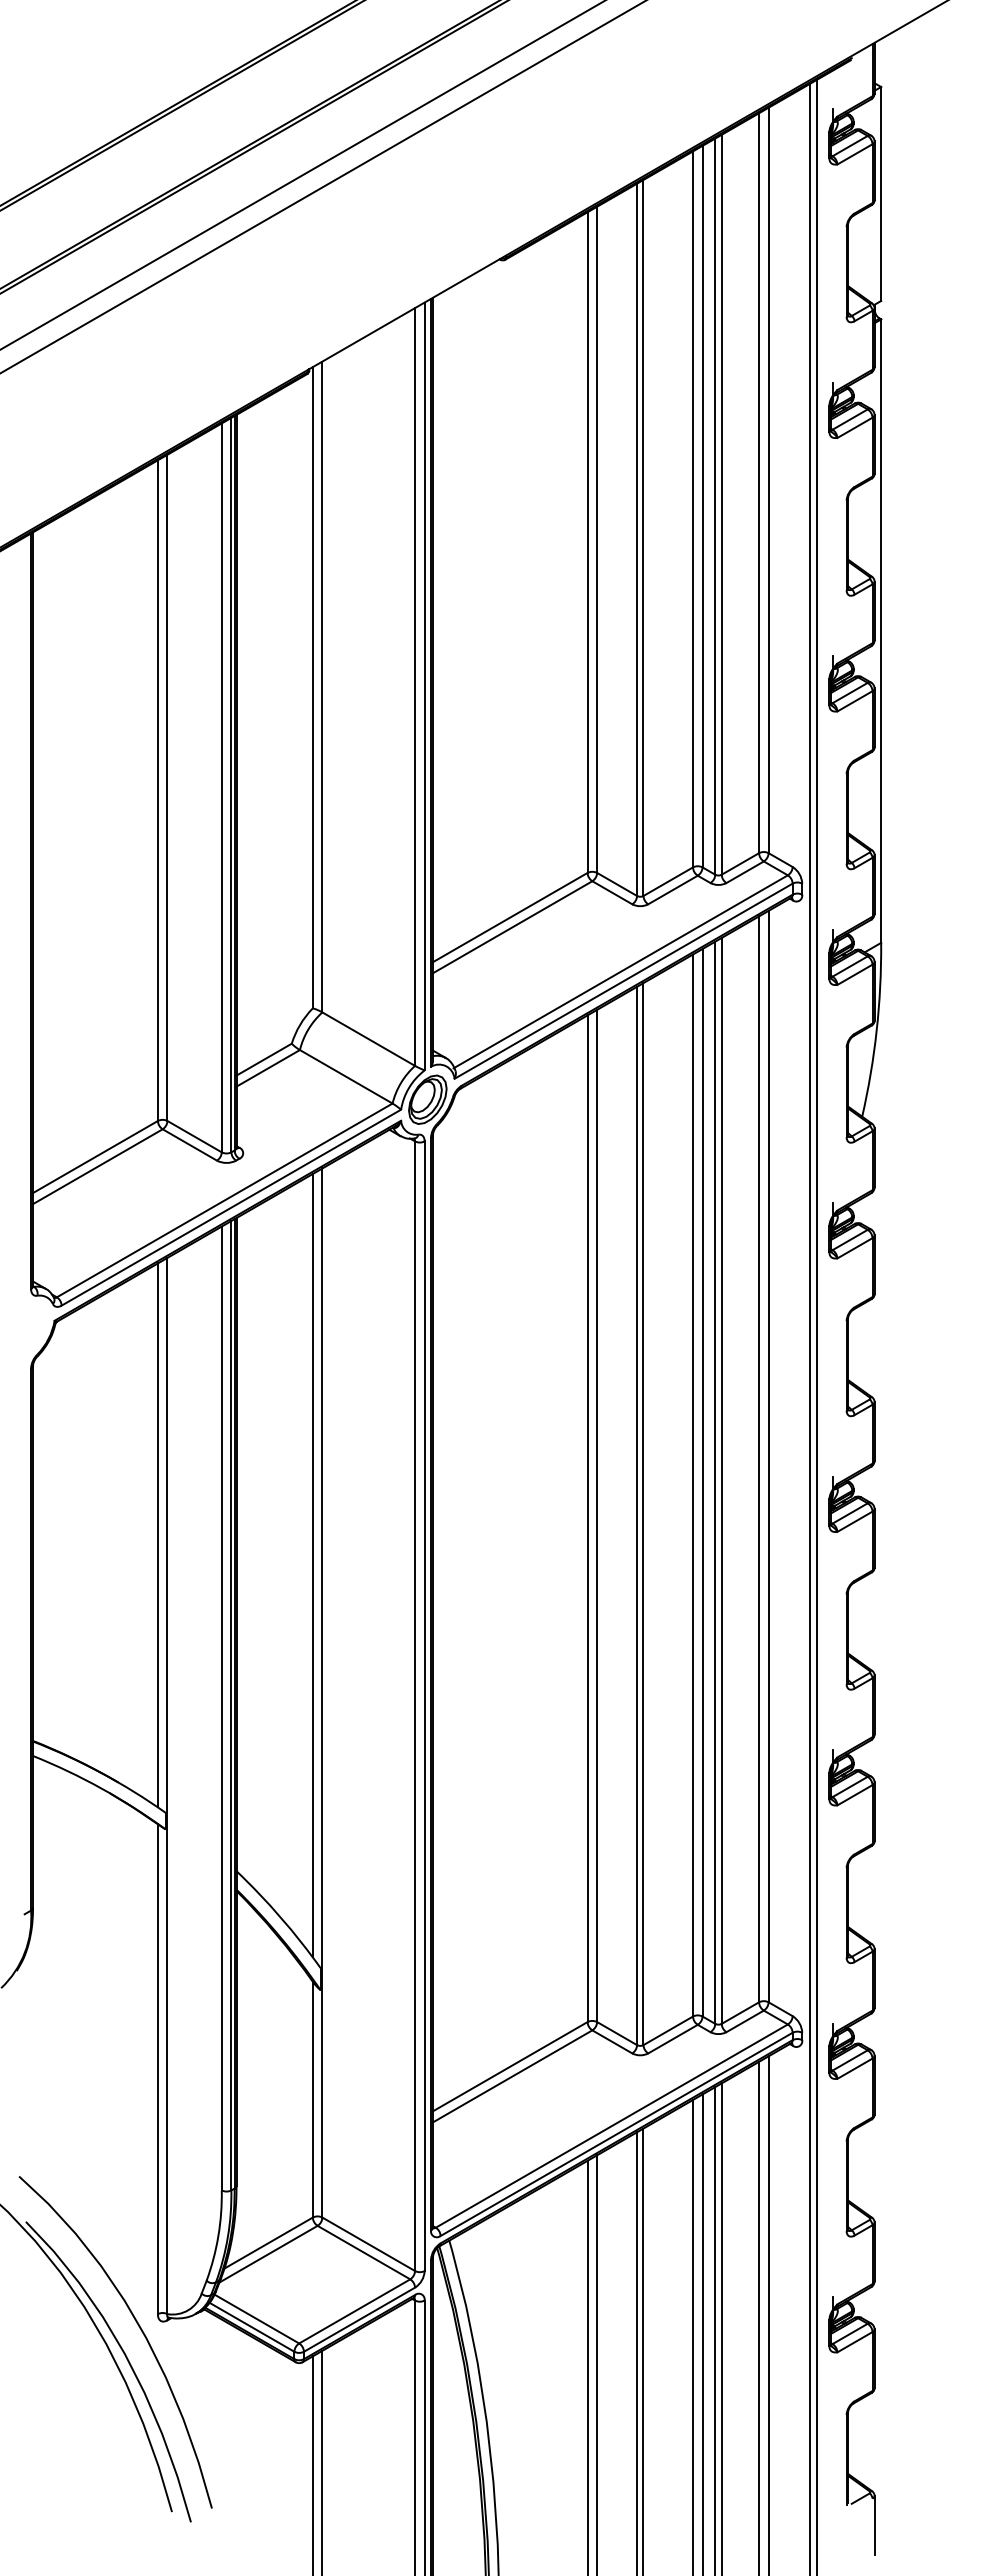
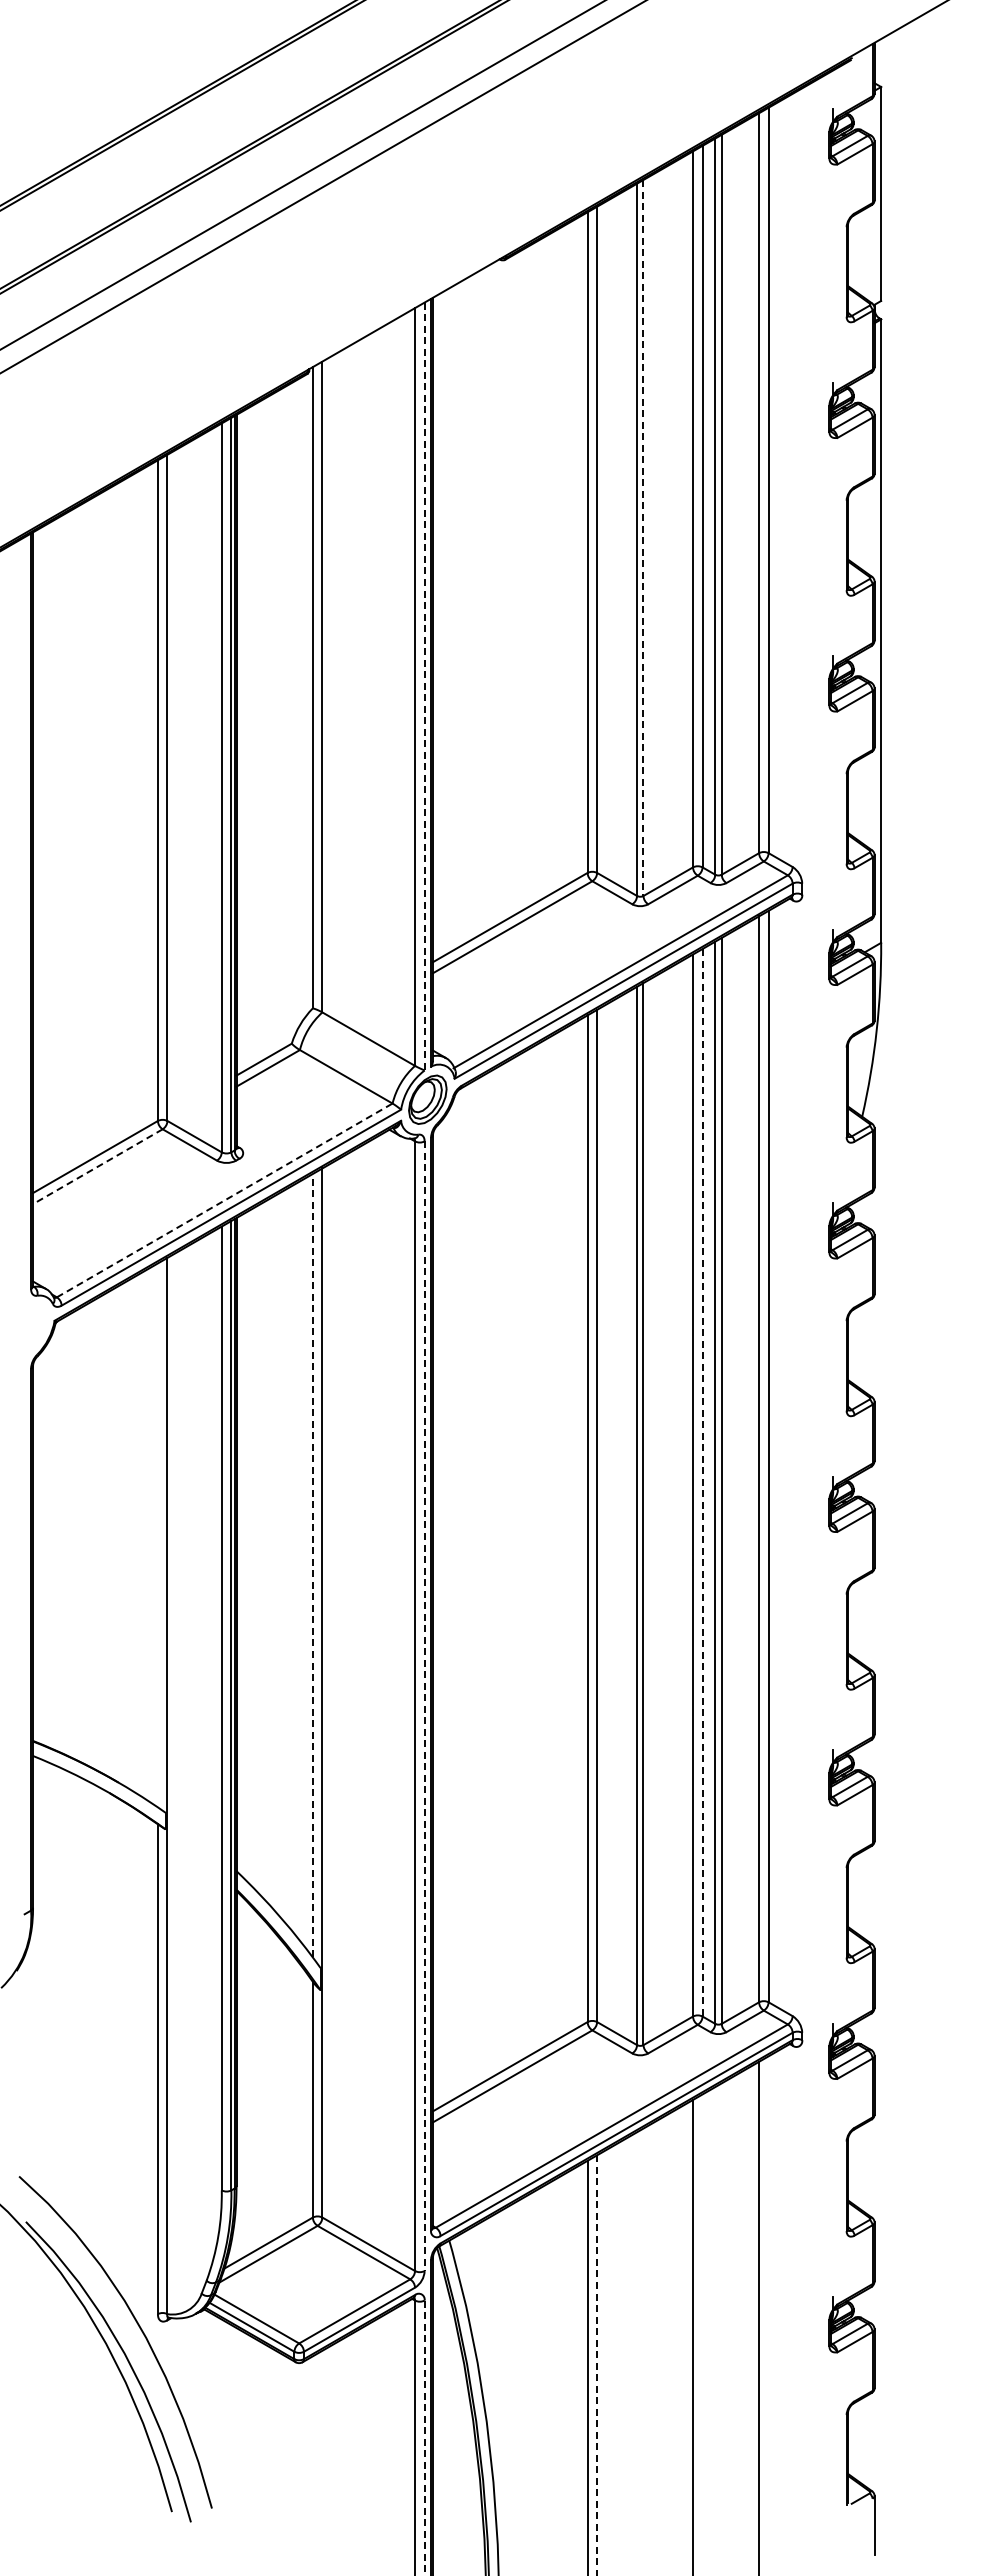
line at (643, 538): solid -> dashed
line at (424, 686): solid -> dashed
line at (97, 1166): solid -> dashed
line at (224, 1200): solid -> dashed
line at (816, 1326): present -> none
line at (810, 1327): present -> none
line at (702, 1482): solid -> dashed
line at (157, 1535): present -> none
line at (312, 1565): solid -> dashed
line at (424, 1706): solid -> dashed
line at (768, 2314): present -> none
line at (721, 2327): present -> none
line at (715, 2329): present -> none
line at (702, 2333): present -> none
line at (643, 2350): present -> none
line at (637, 2352): present -> none
line at (597, 2365): solid -> dashed
line at (424, 2438): solid -> dashed
line at (322, 2461): present -> none
line at (312, 2464): present -> none
